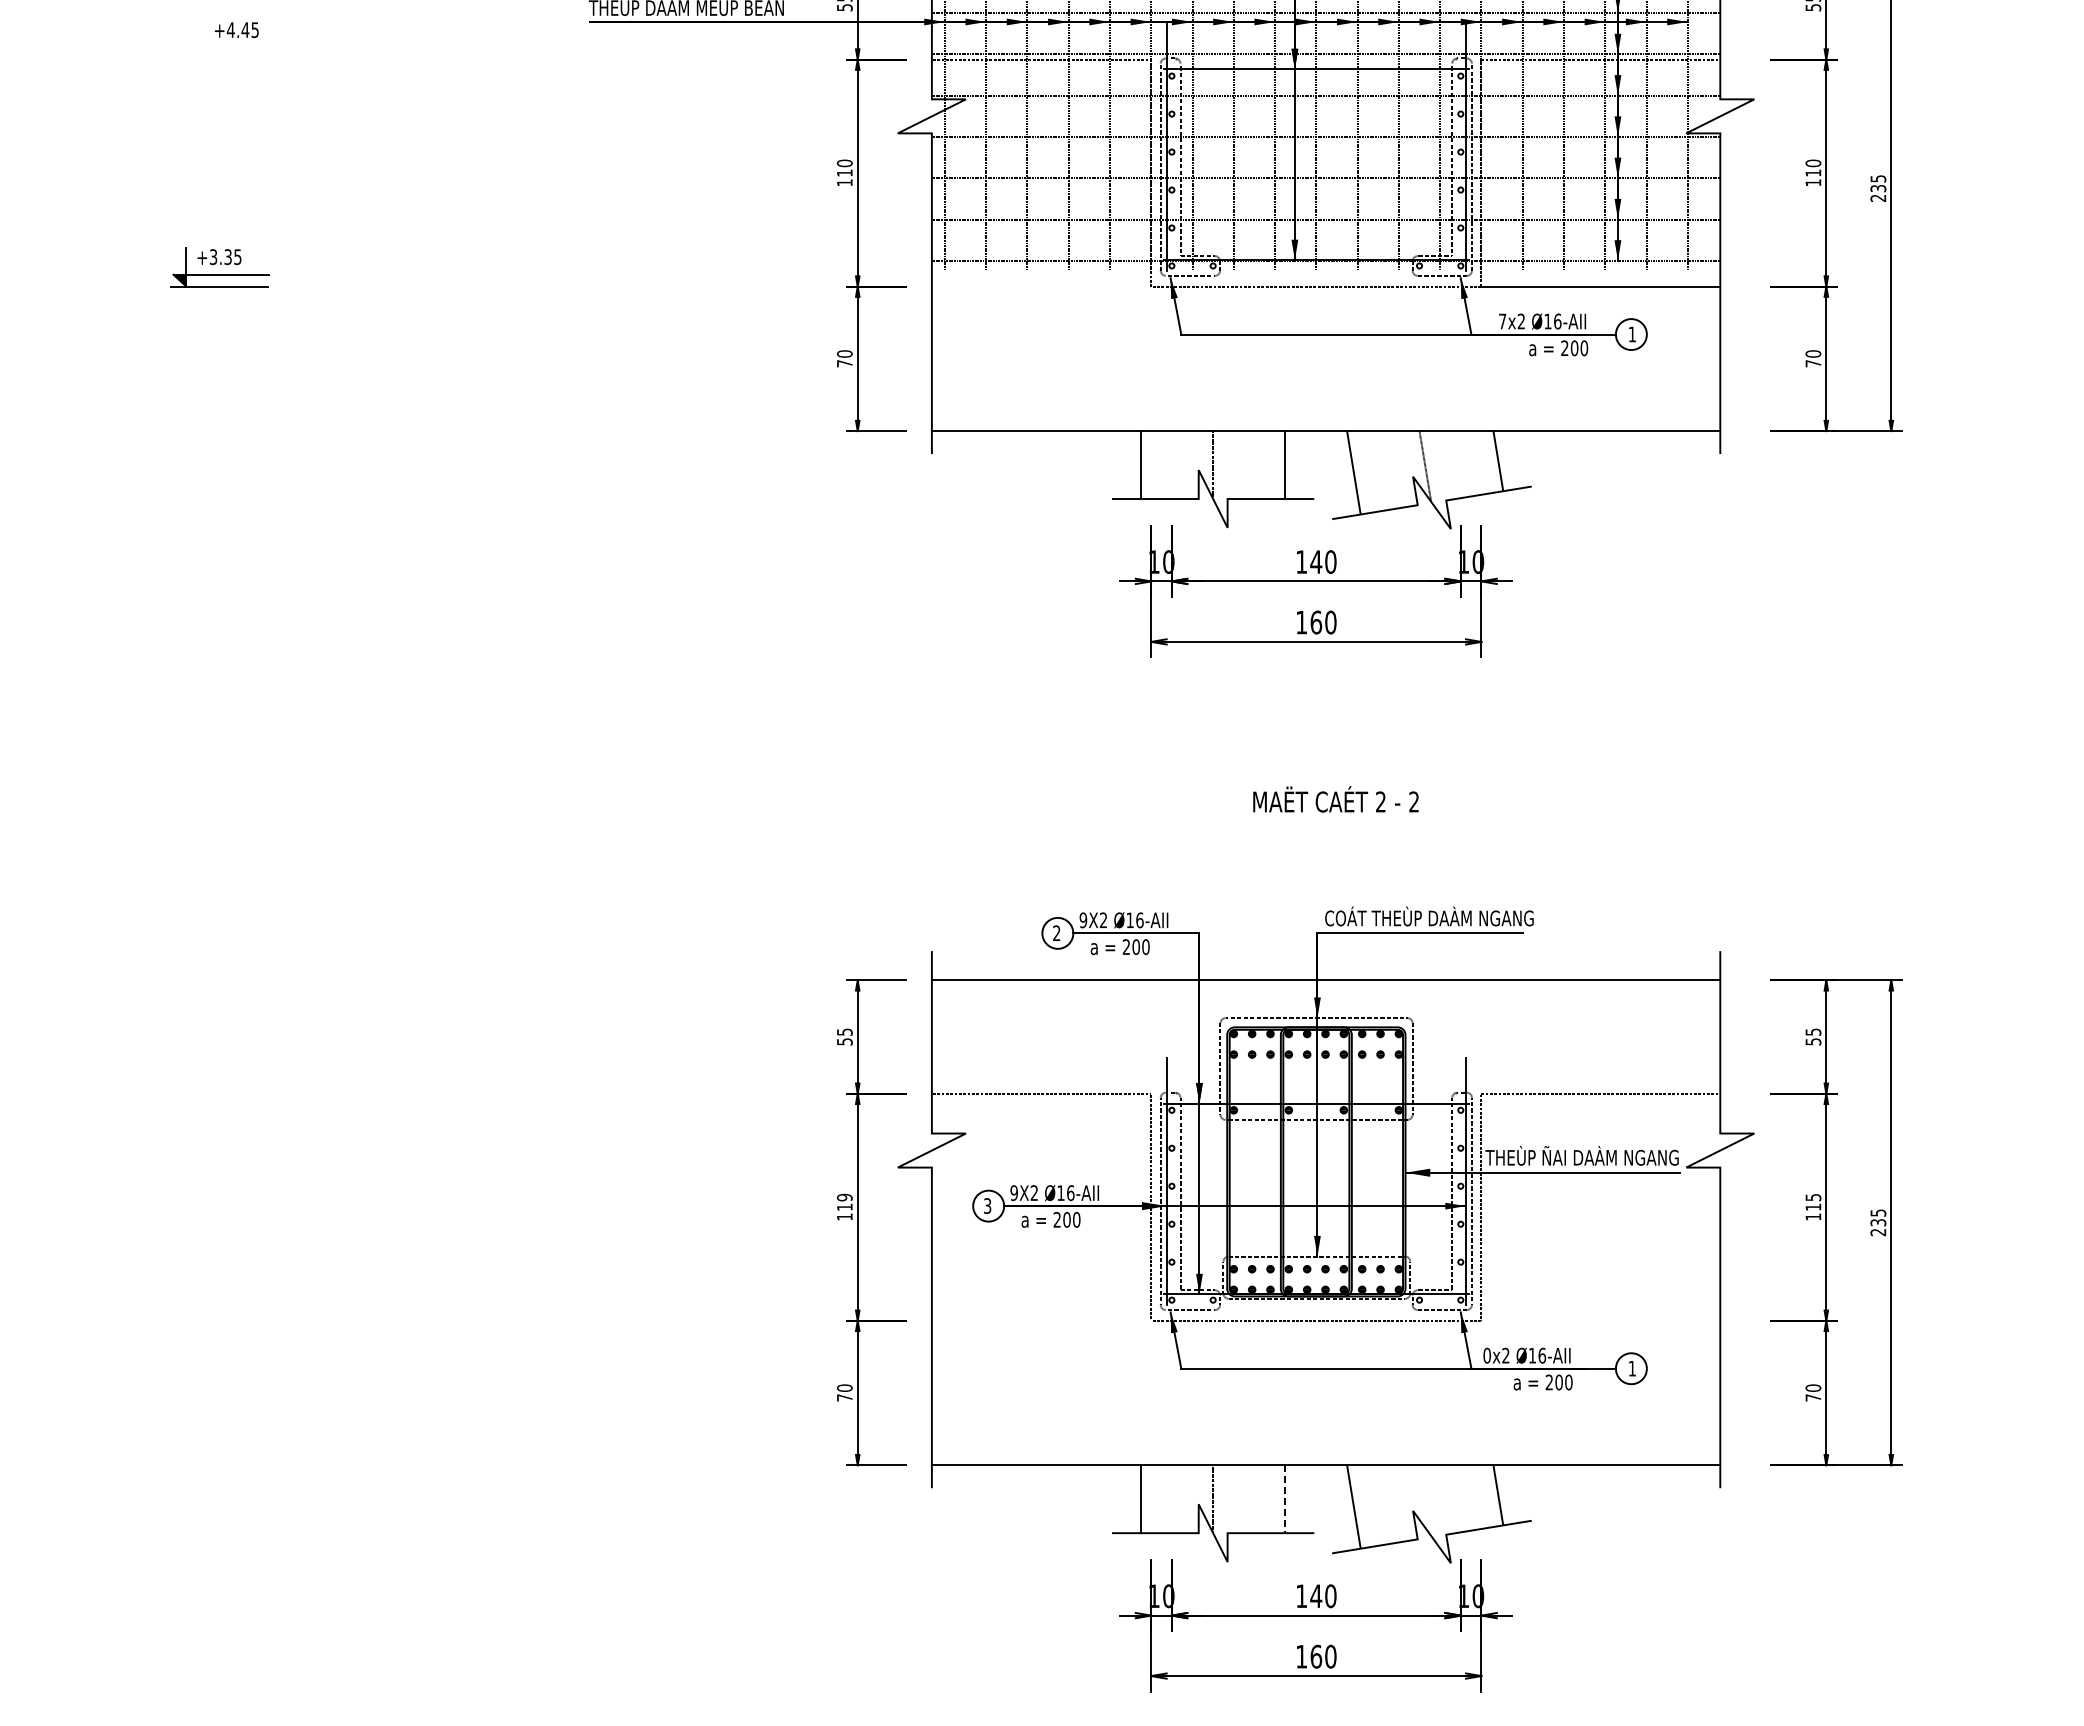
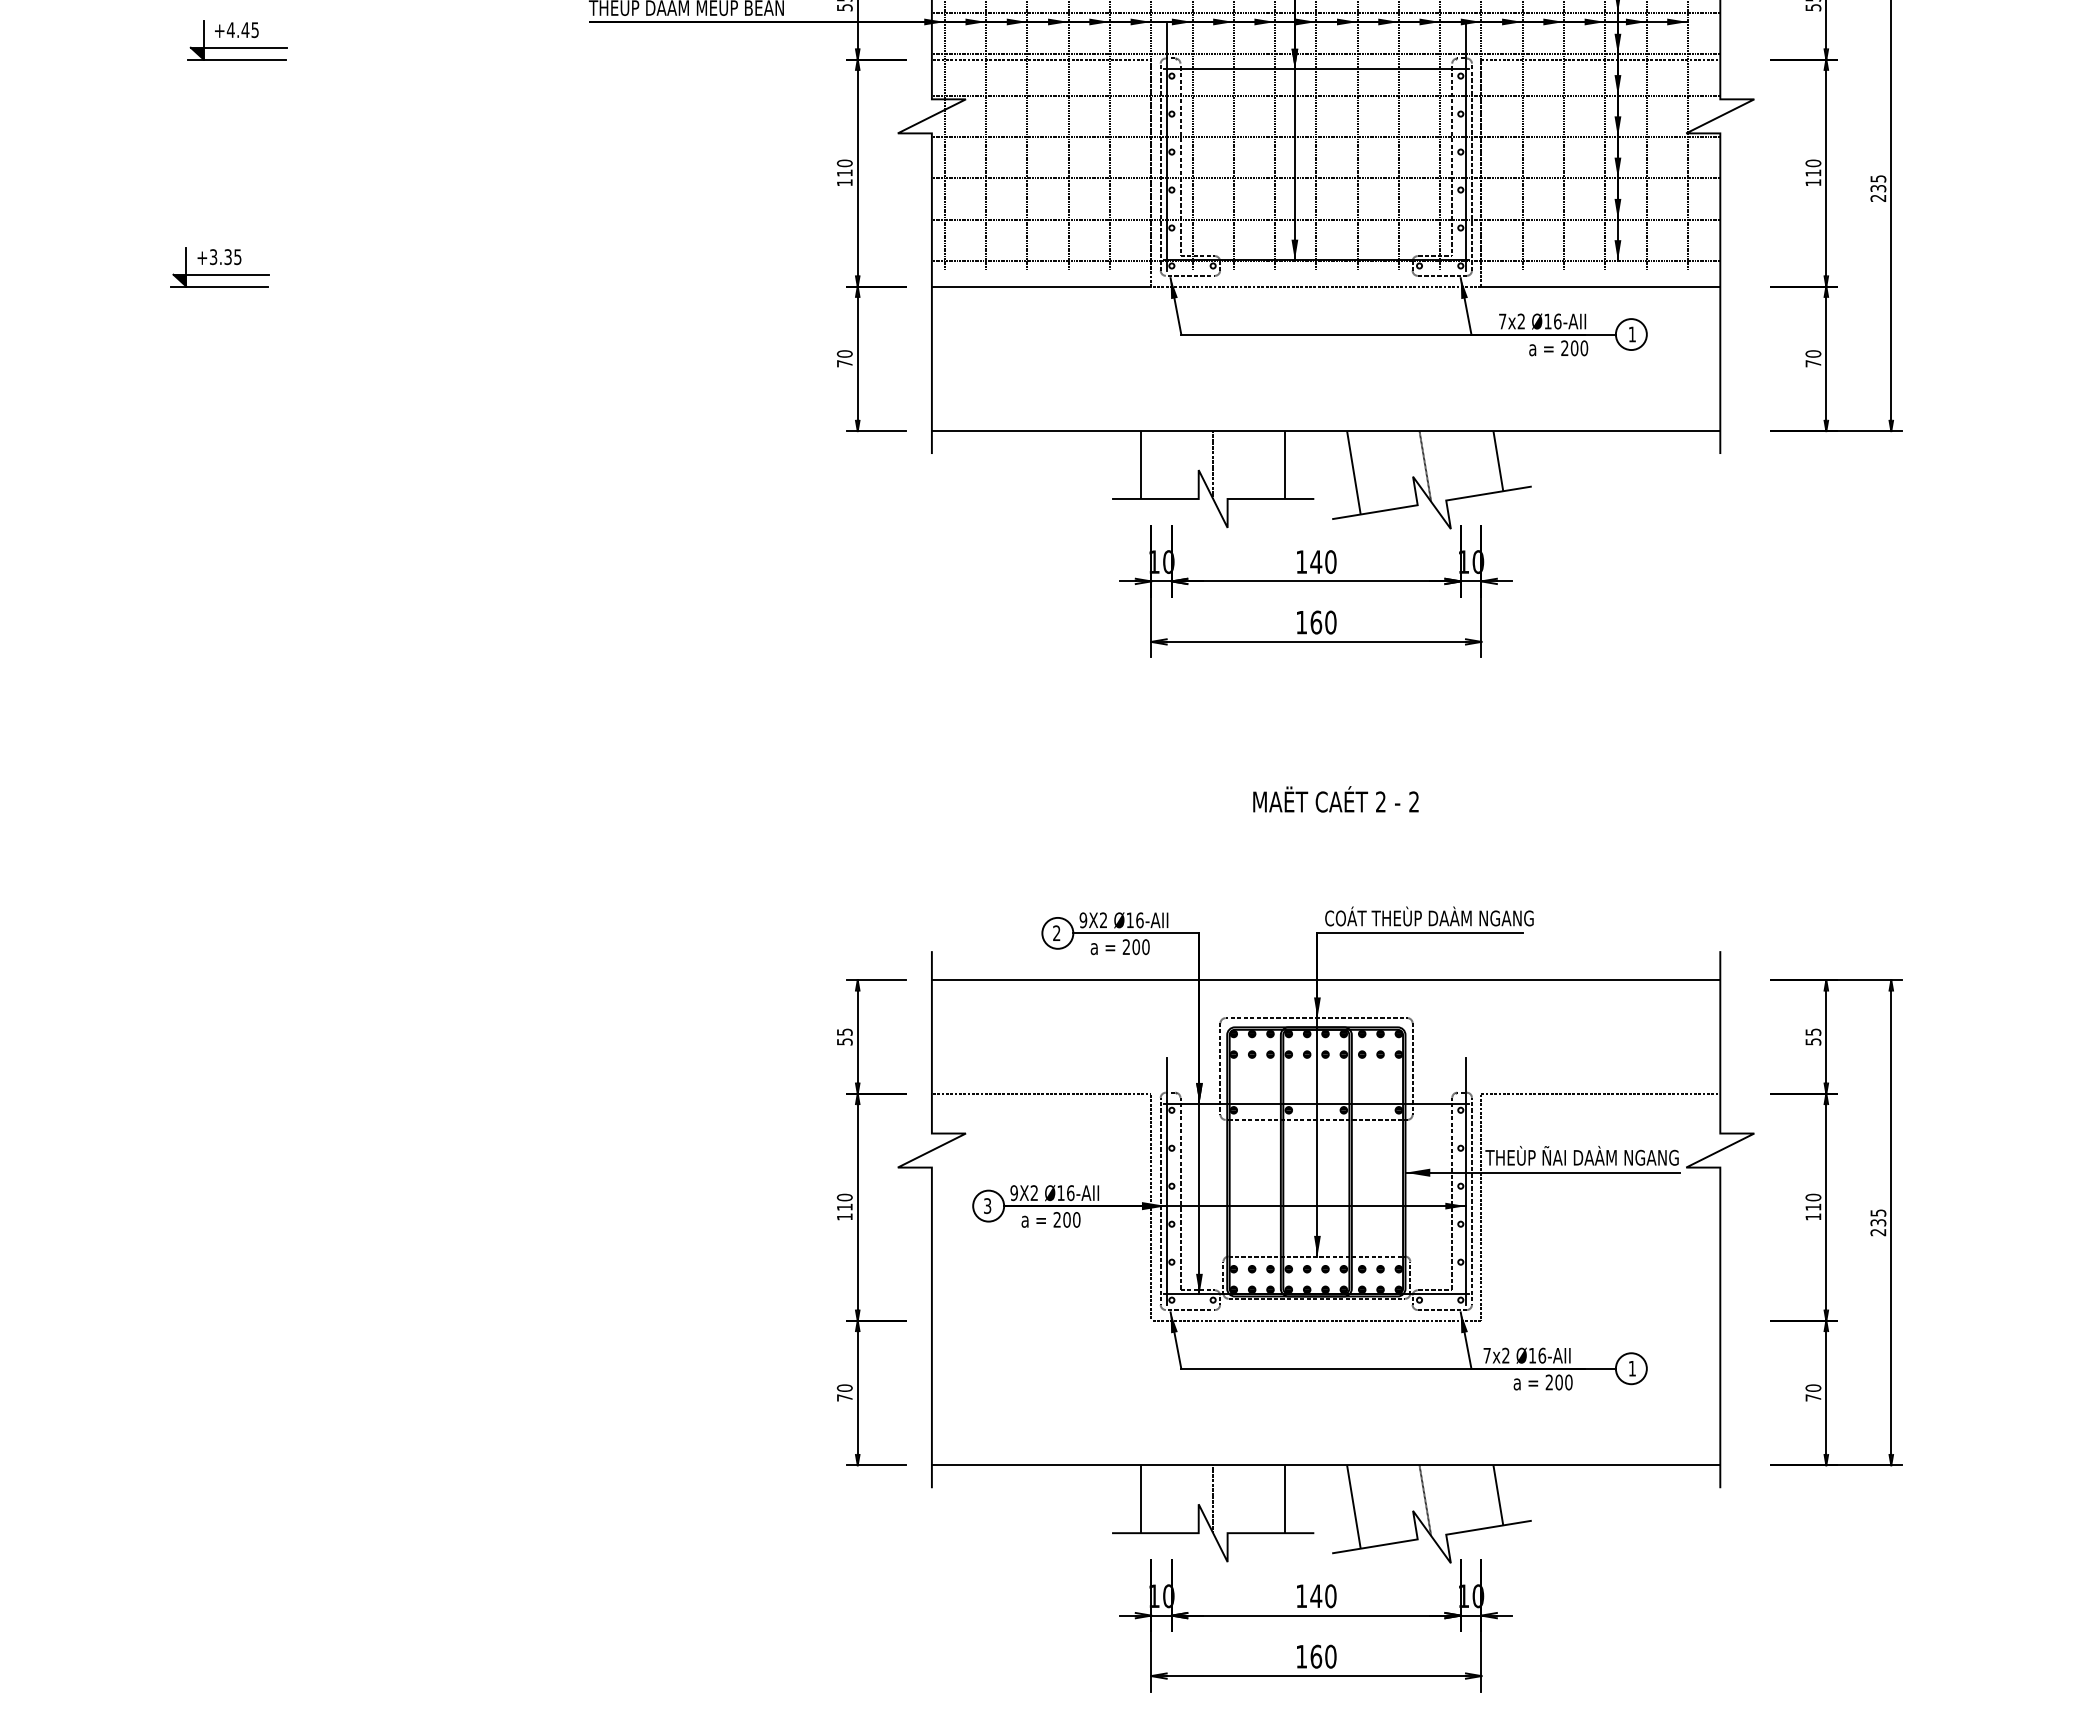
part at (237, 47): none -> present
line at (1041, 286): none -> present
text at (844, 1197): 119 -> 110
text at (1813, 1197): 115 -> 110
text at (1486, 1355): 0x2 -> 7x2
line at (1285, 1499): dashed -> solid
line at (1425, 1500): none -> present
